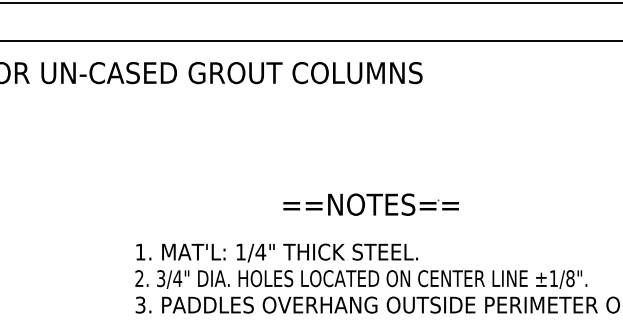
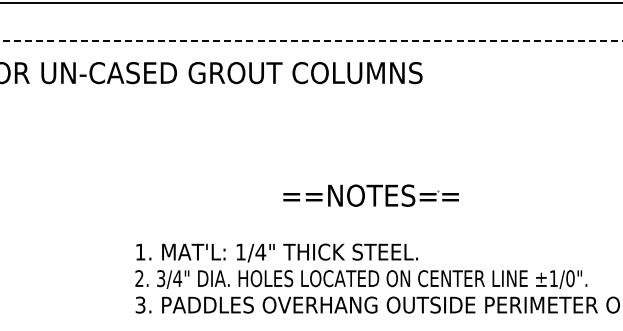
line at (311, 41): solid -> dashed
part at (370, 204) position: (370, 204) -> (370, 195)
text at (570, 278): ±1/8". -> ±1/0".
